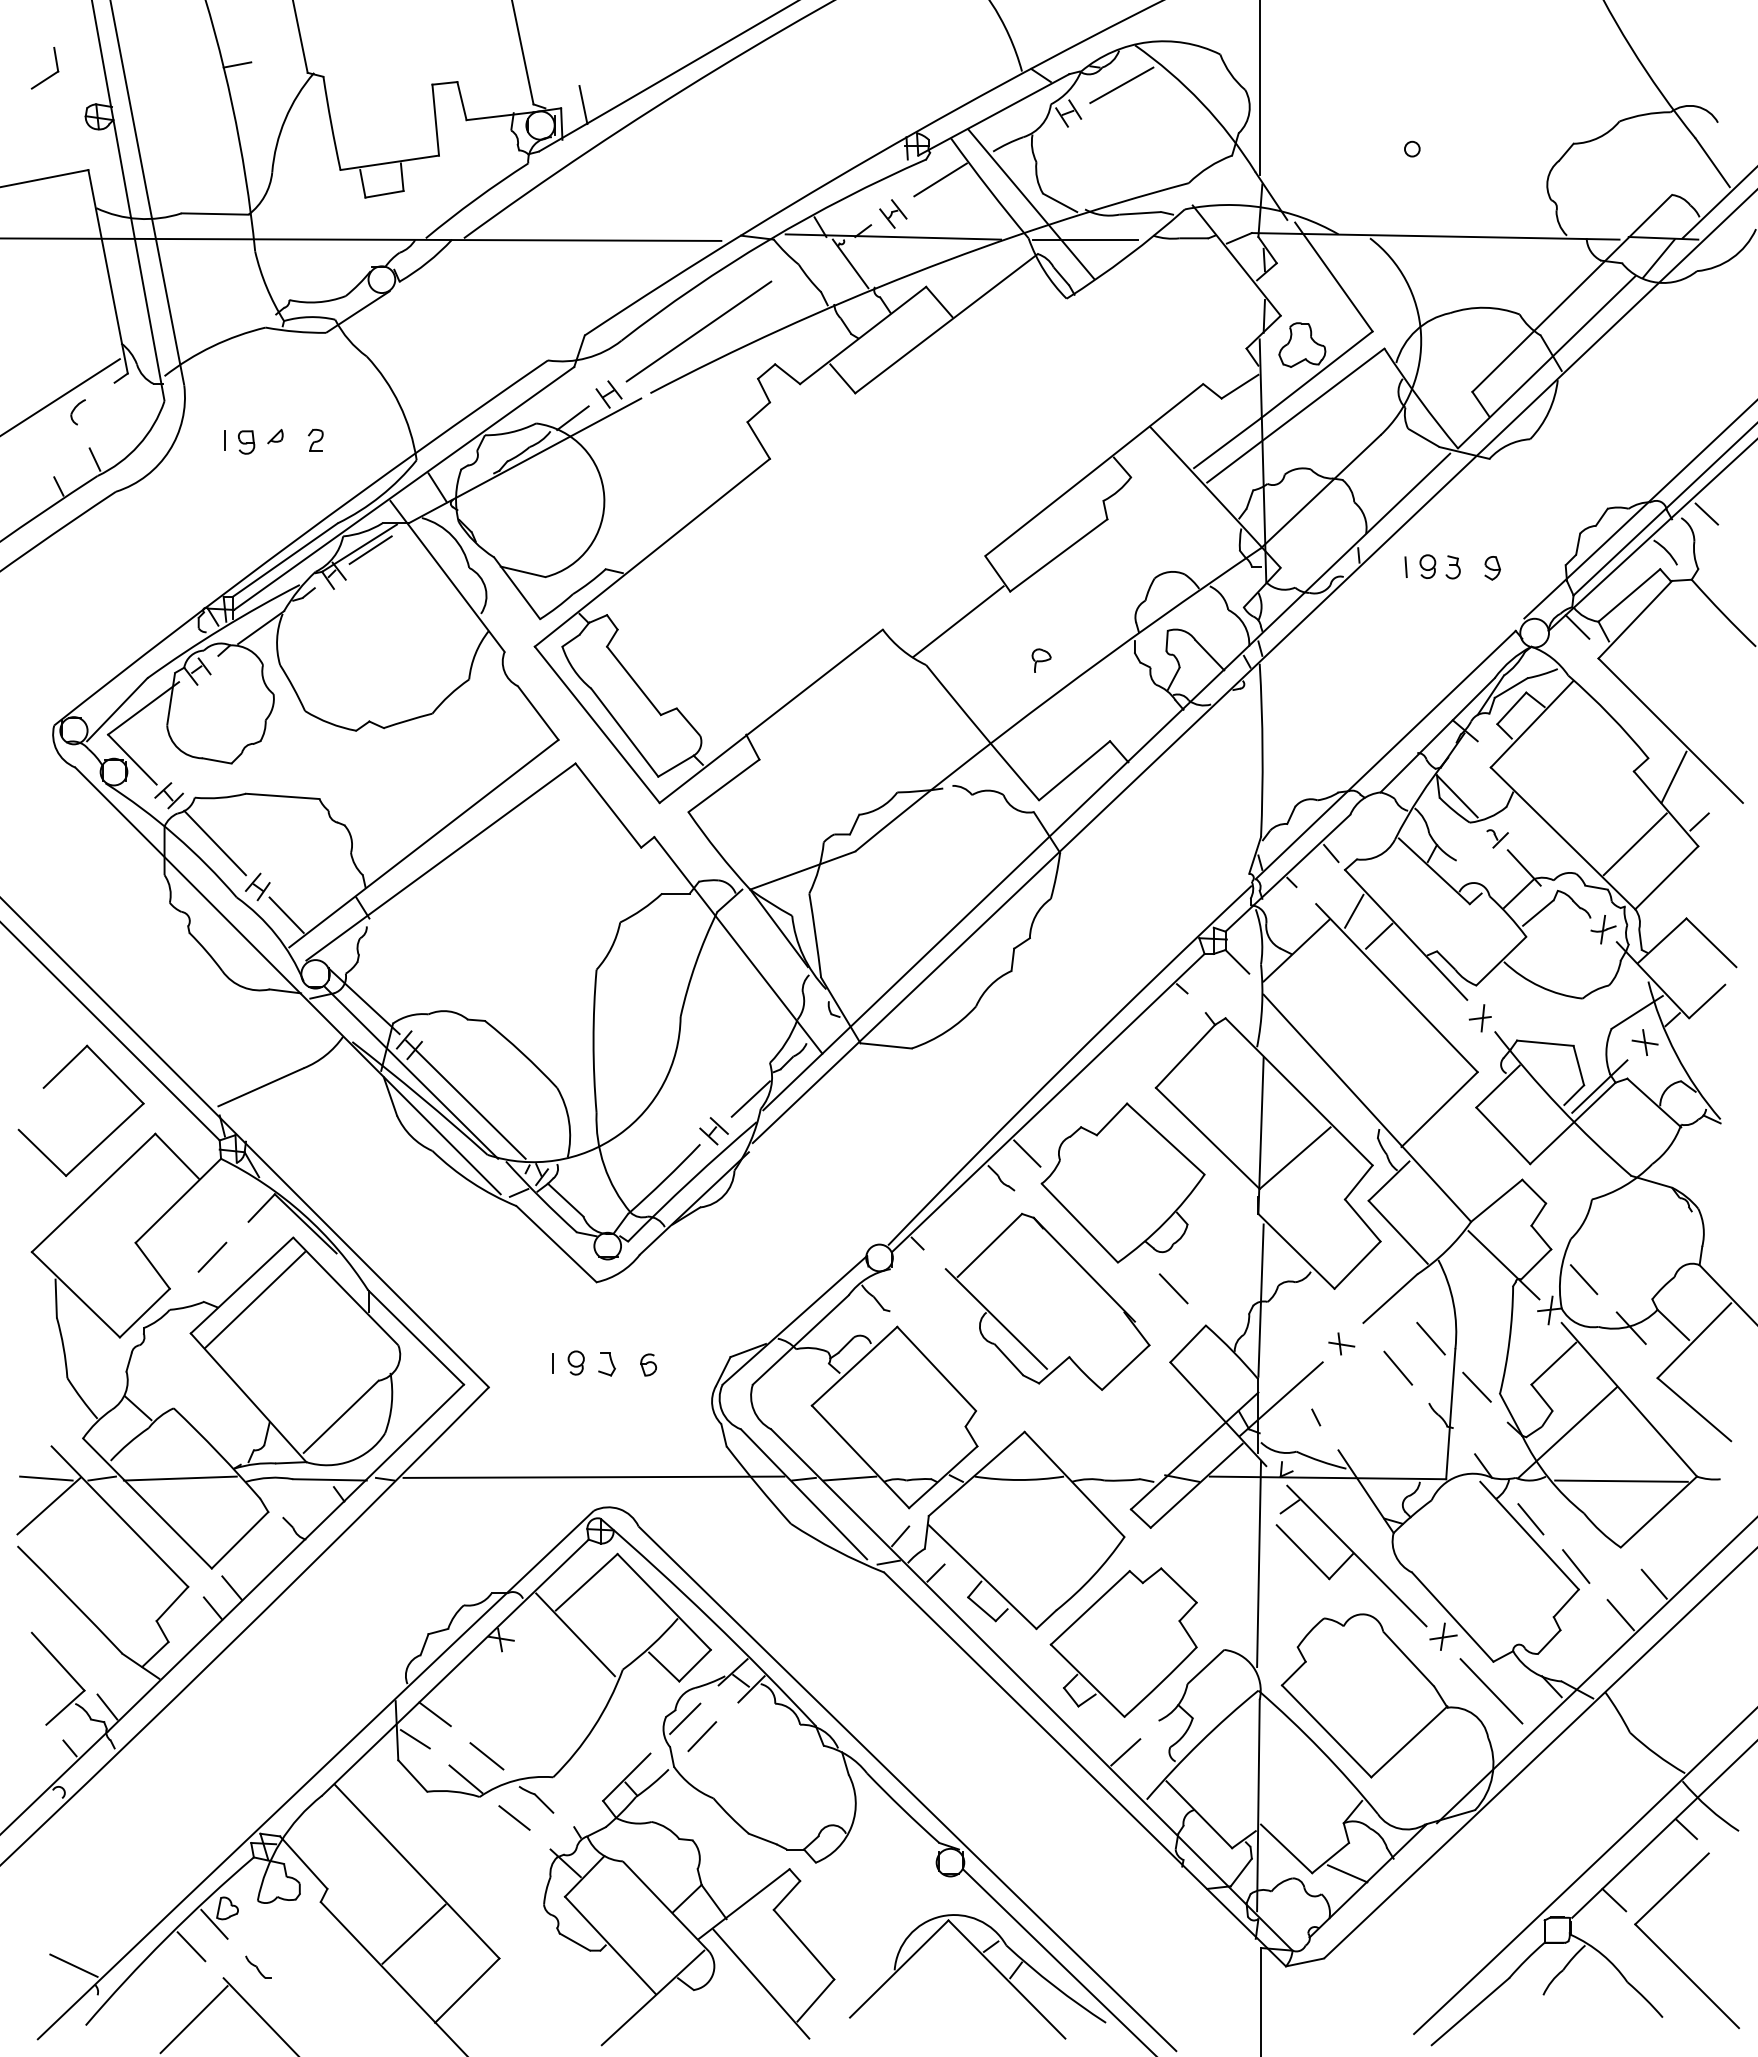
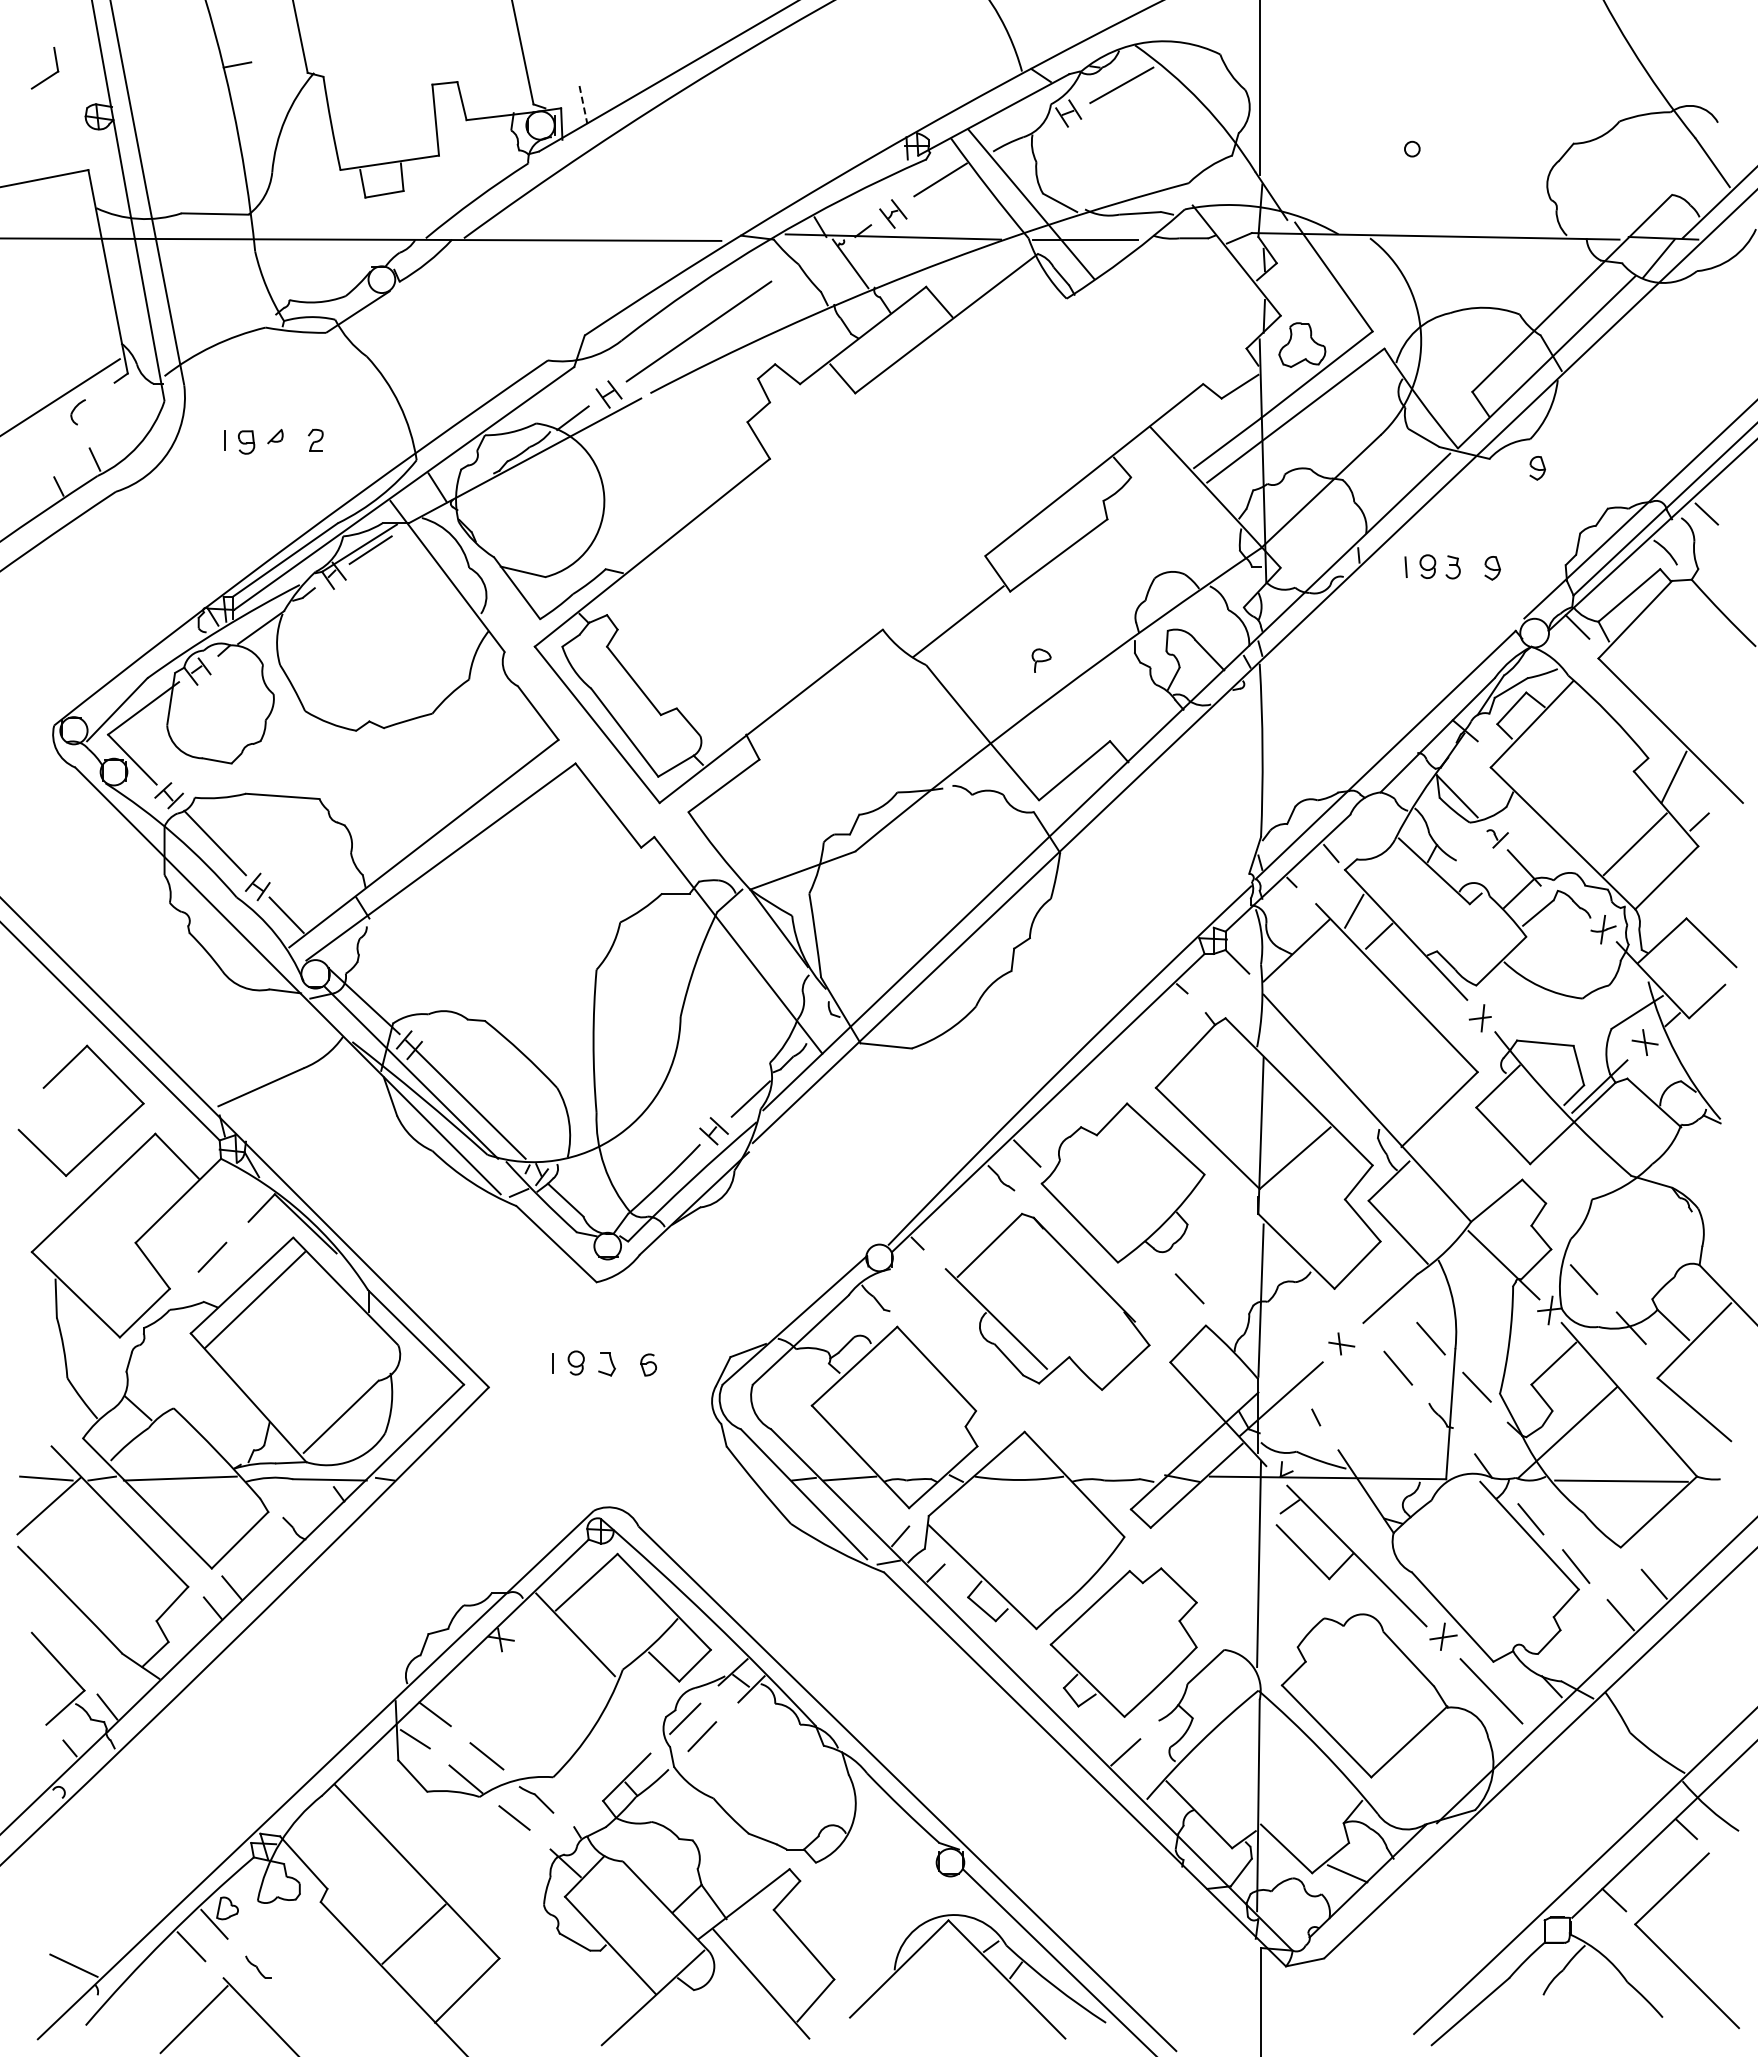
line at (583, 105): solid -> dashed
part at (1537, 468): none -> present
line at (1173, 1288) position: (1173, 1288) -> (1189, 1288)
line at (593, 1476): present -> none
